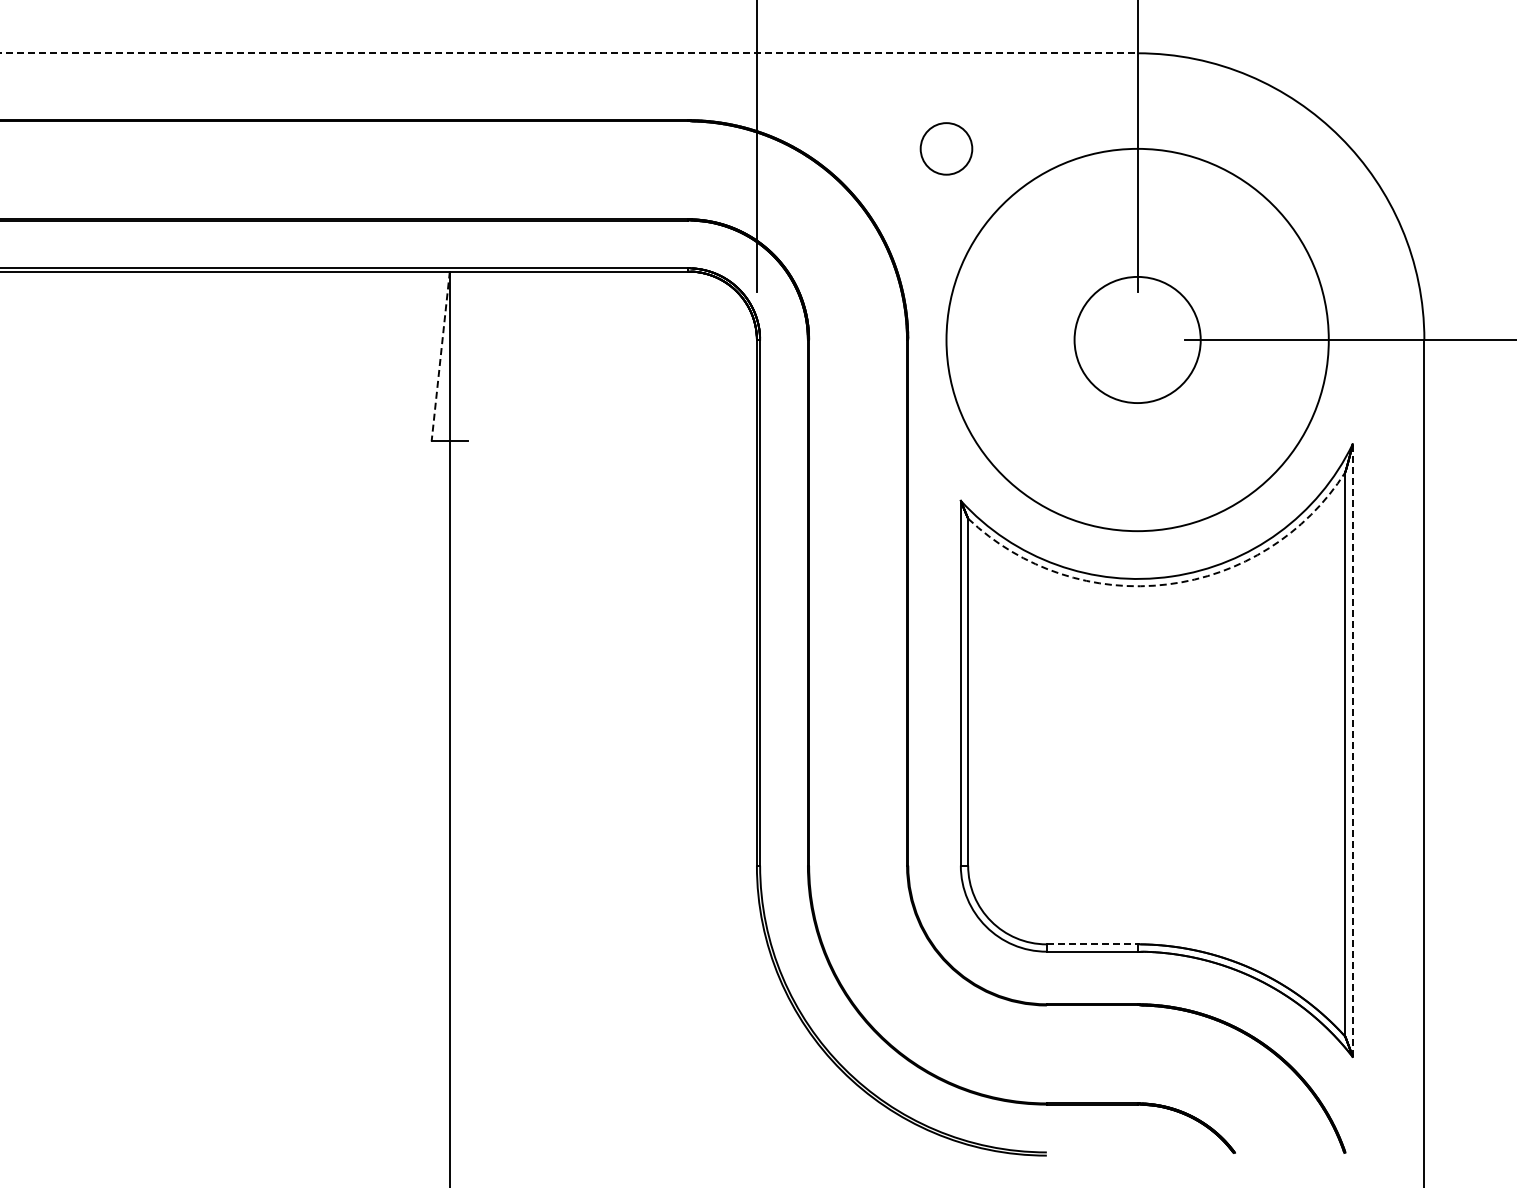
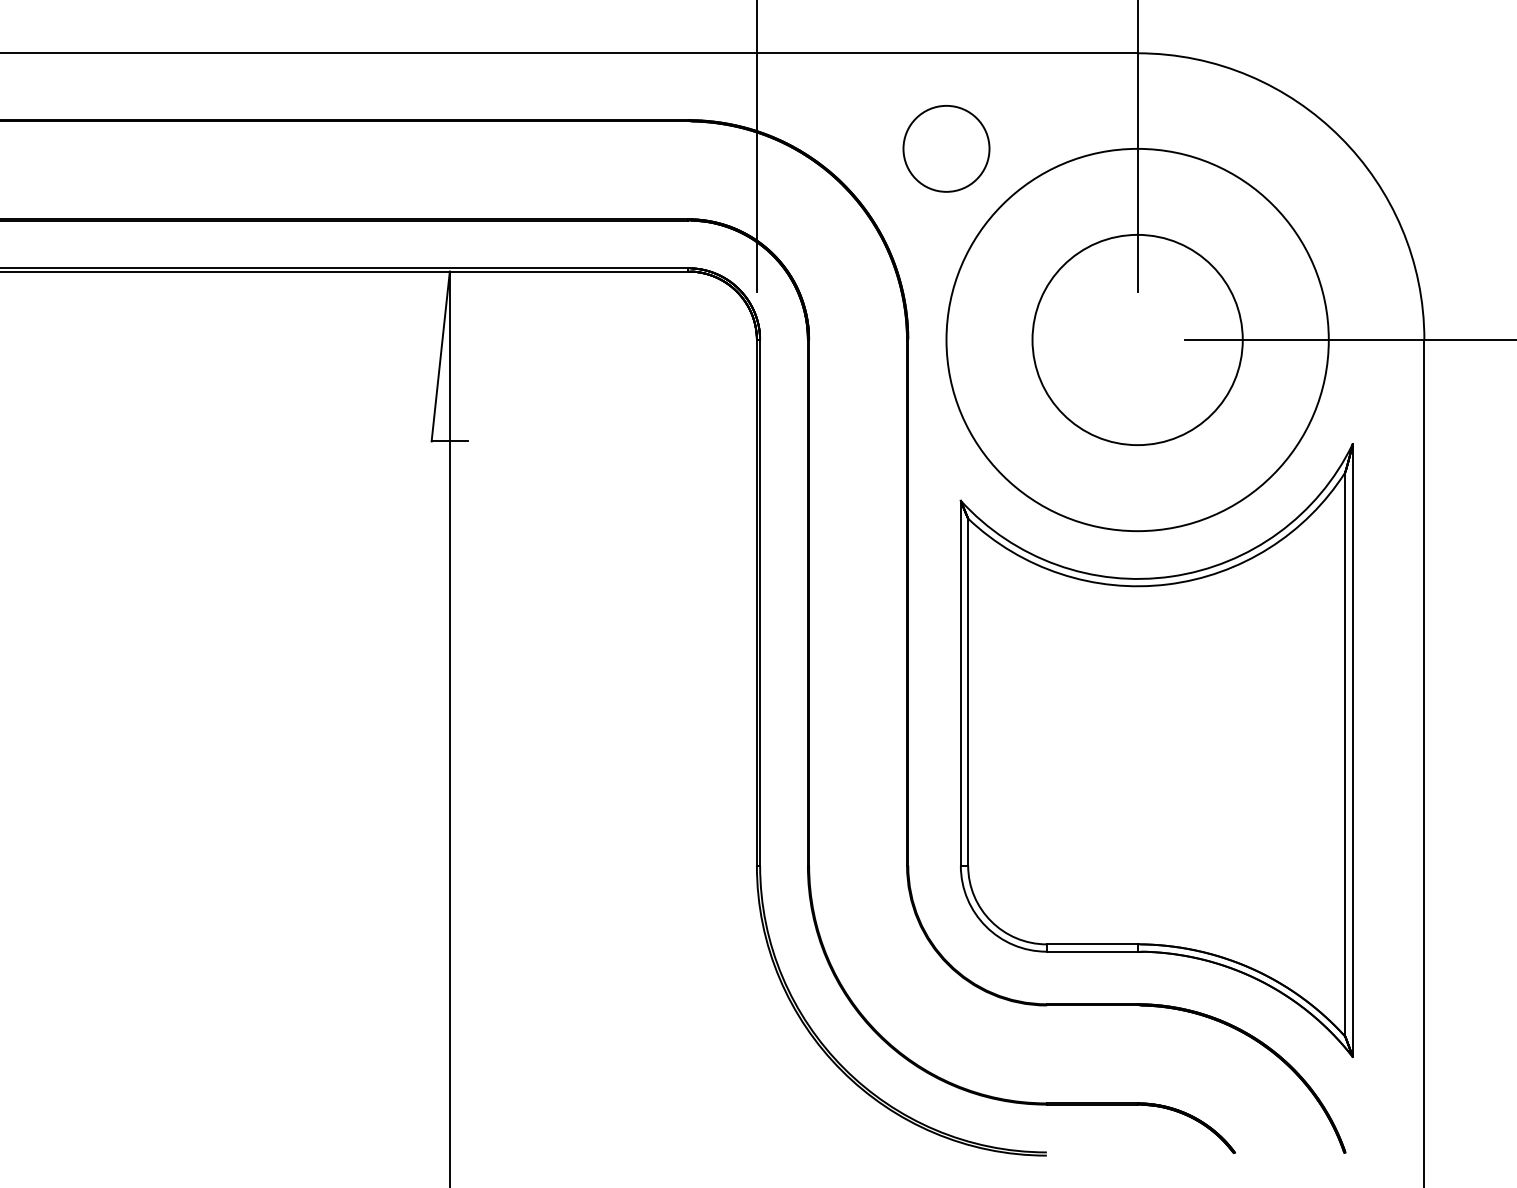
line at (568, 53): dashed -> solid
circle at (946, 148) size: 55x54 px -> 89x88 px
circle at (1137, 339) diameter: 126 px -> 210 px
line at (440, 356): dashed -> solid
arc at (1167, 584): dashed -> solid
line at (1352, 750): dashed -> solid
line at (1092, 944): dashed -> solid
